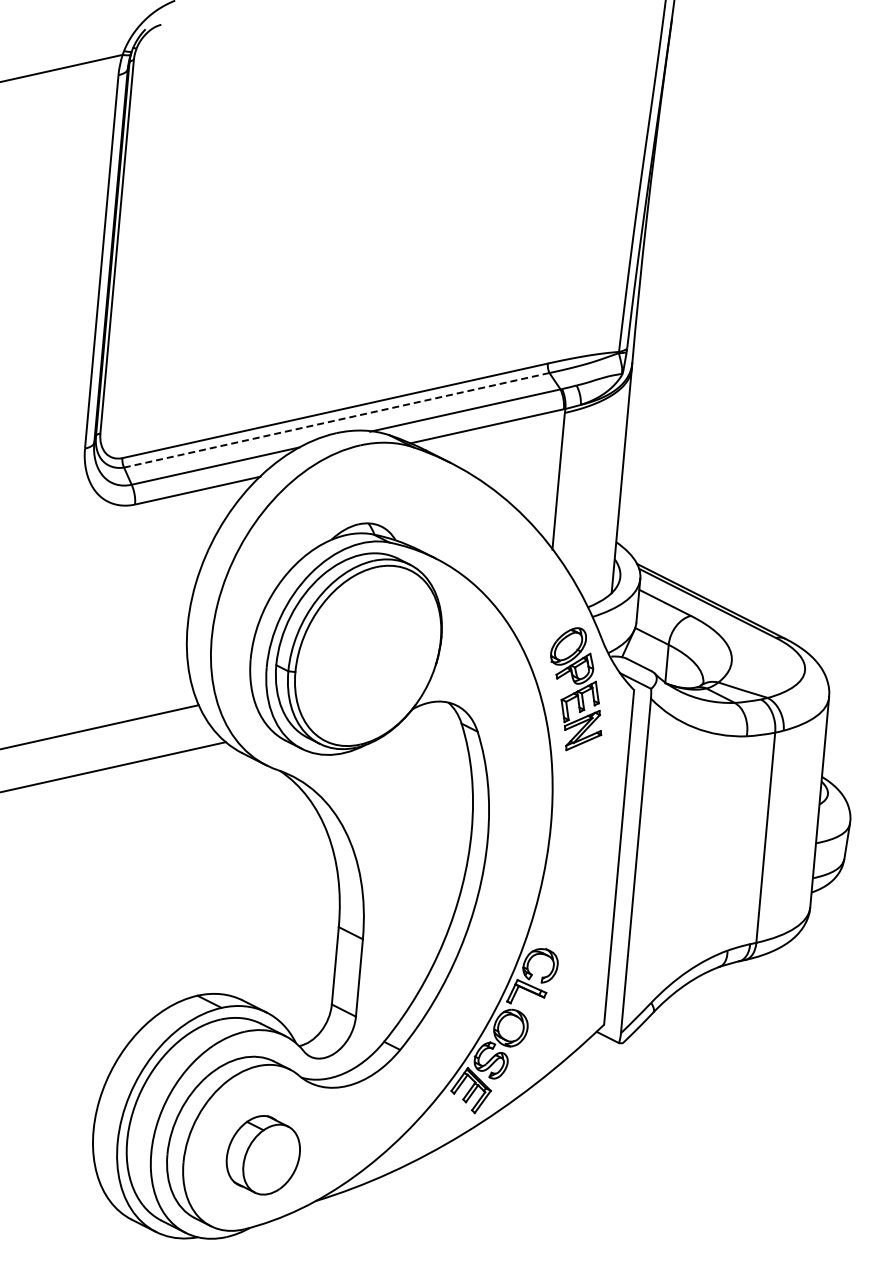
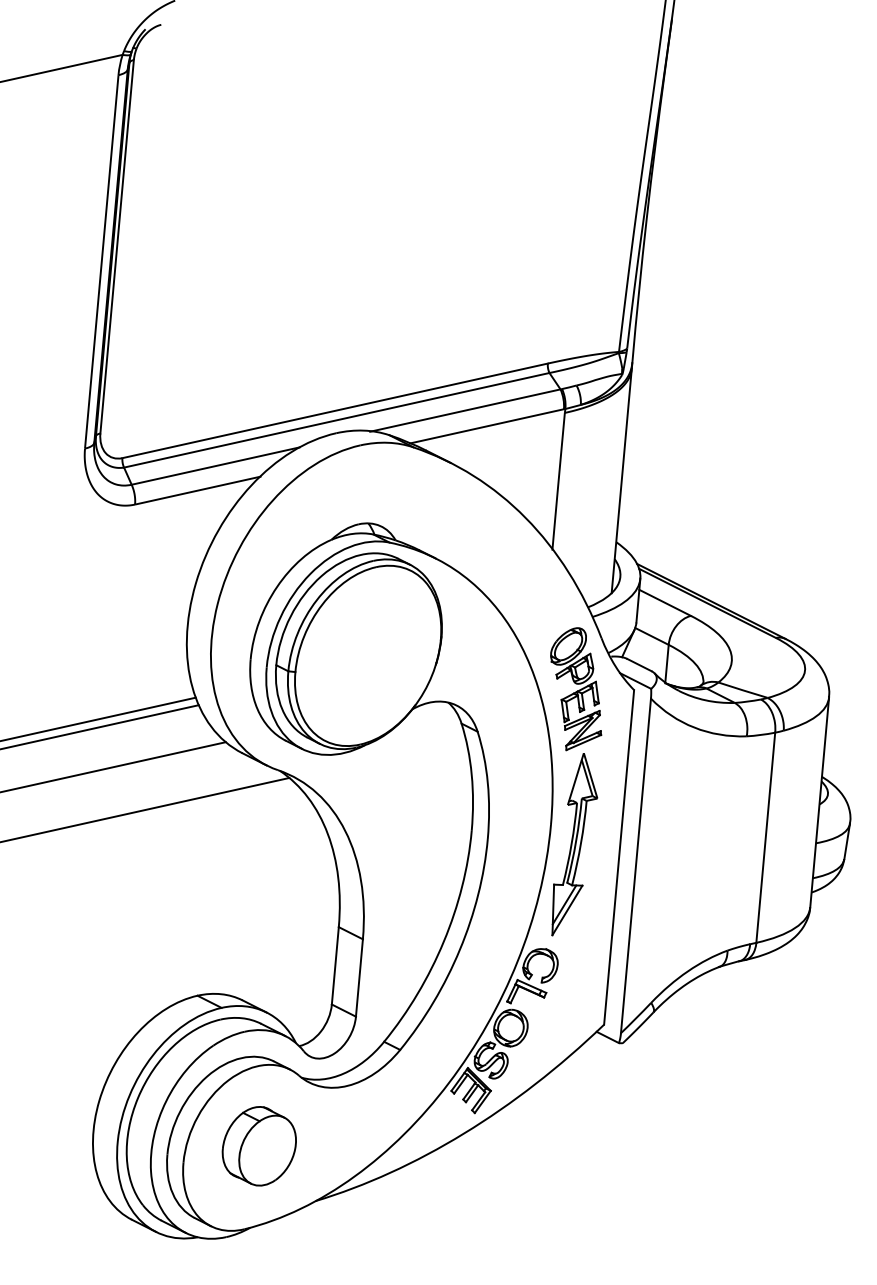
line at (336, 420): dashed -> solid
line at (98, 718): none -> present
line at (145, 809): none -> present
part at (574, 844): none -> present
part at (262, 1155) position: (262, 1155) -> (258, 1146)
